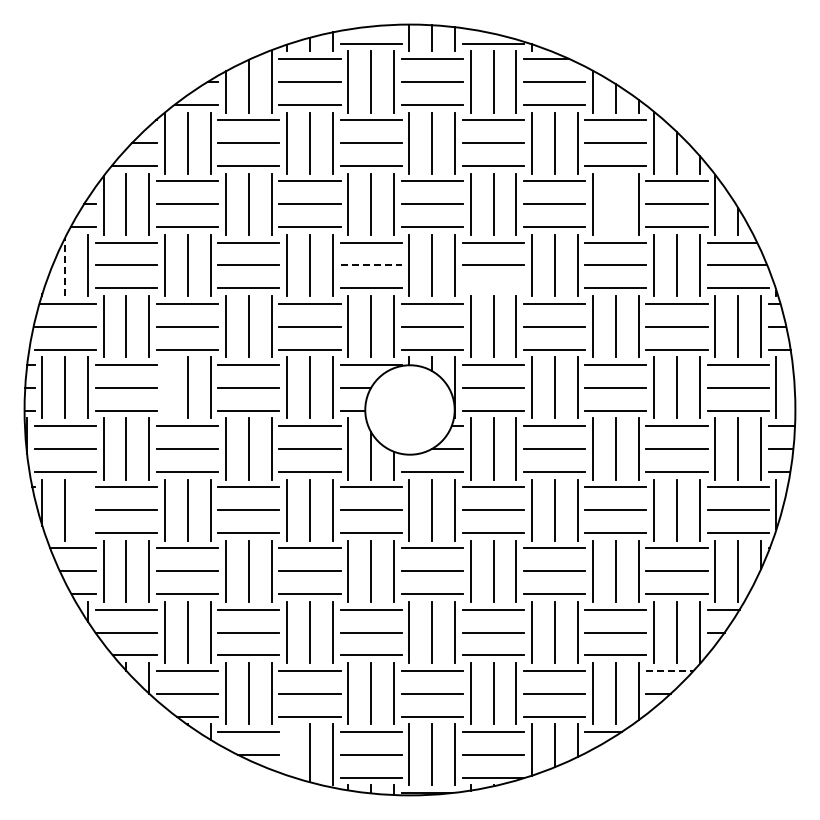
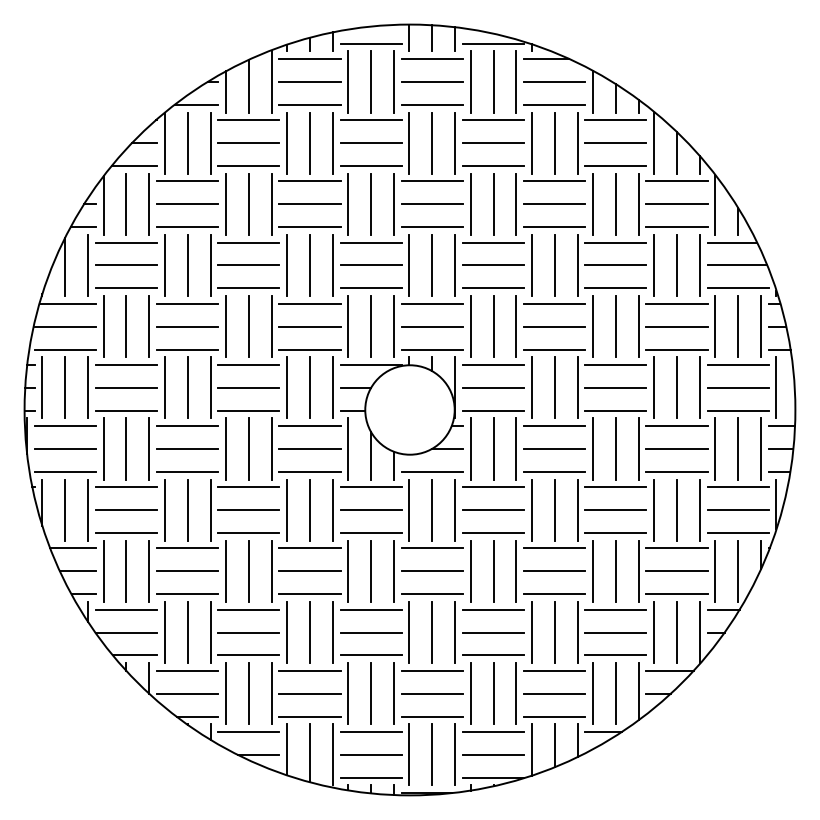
line at (615, 203): none -> present
line at (371, 265): dashed -> solid
line at (65, 266): dashed -> solid
line at (493, 288): none -> present
line at (164, 387): none -> present
line at (88, 509): none -> present
line at (670, 670): dashed -> solid
line at (287, 749): none -> present
